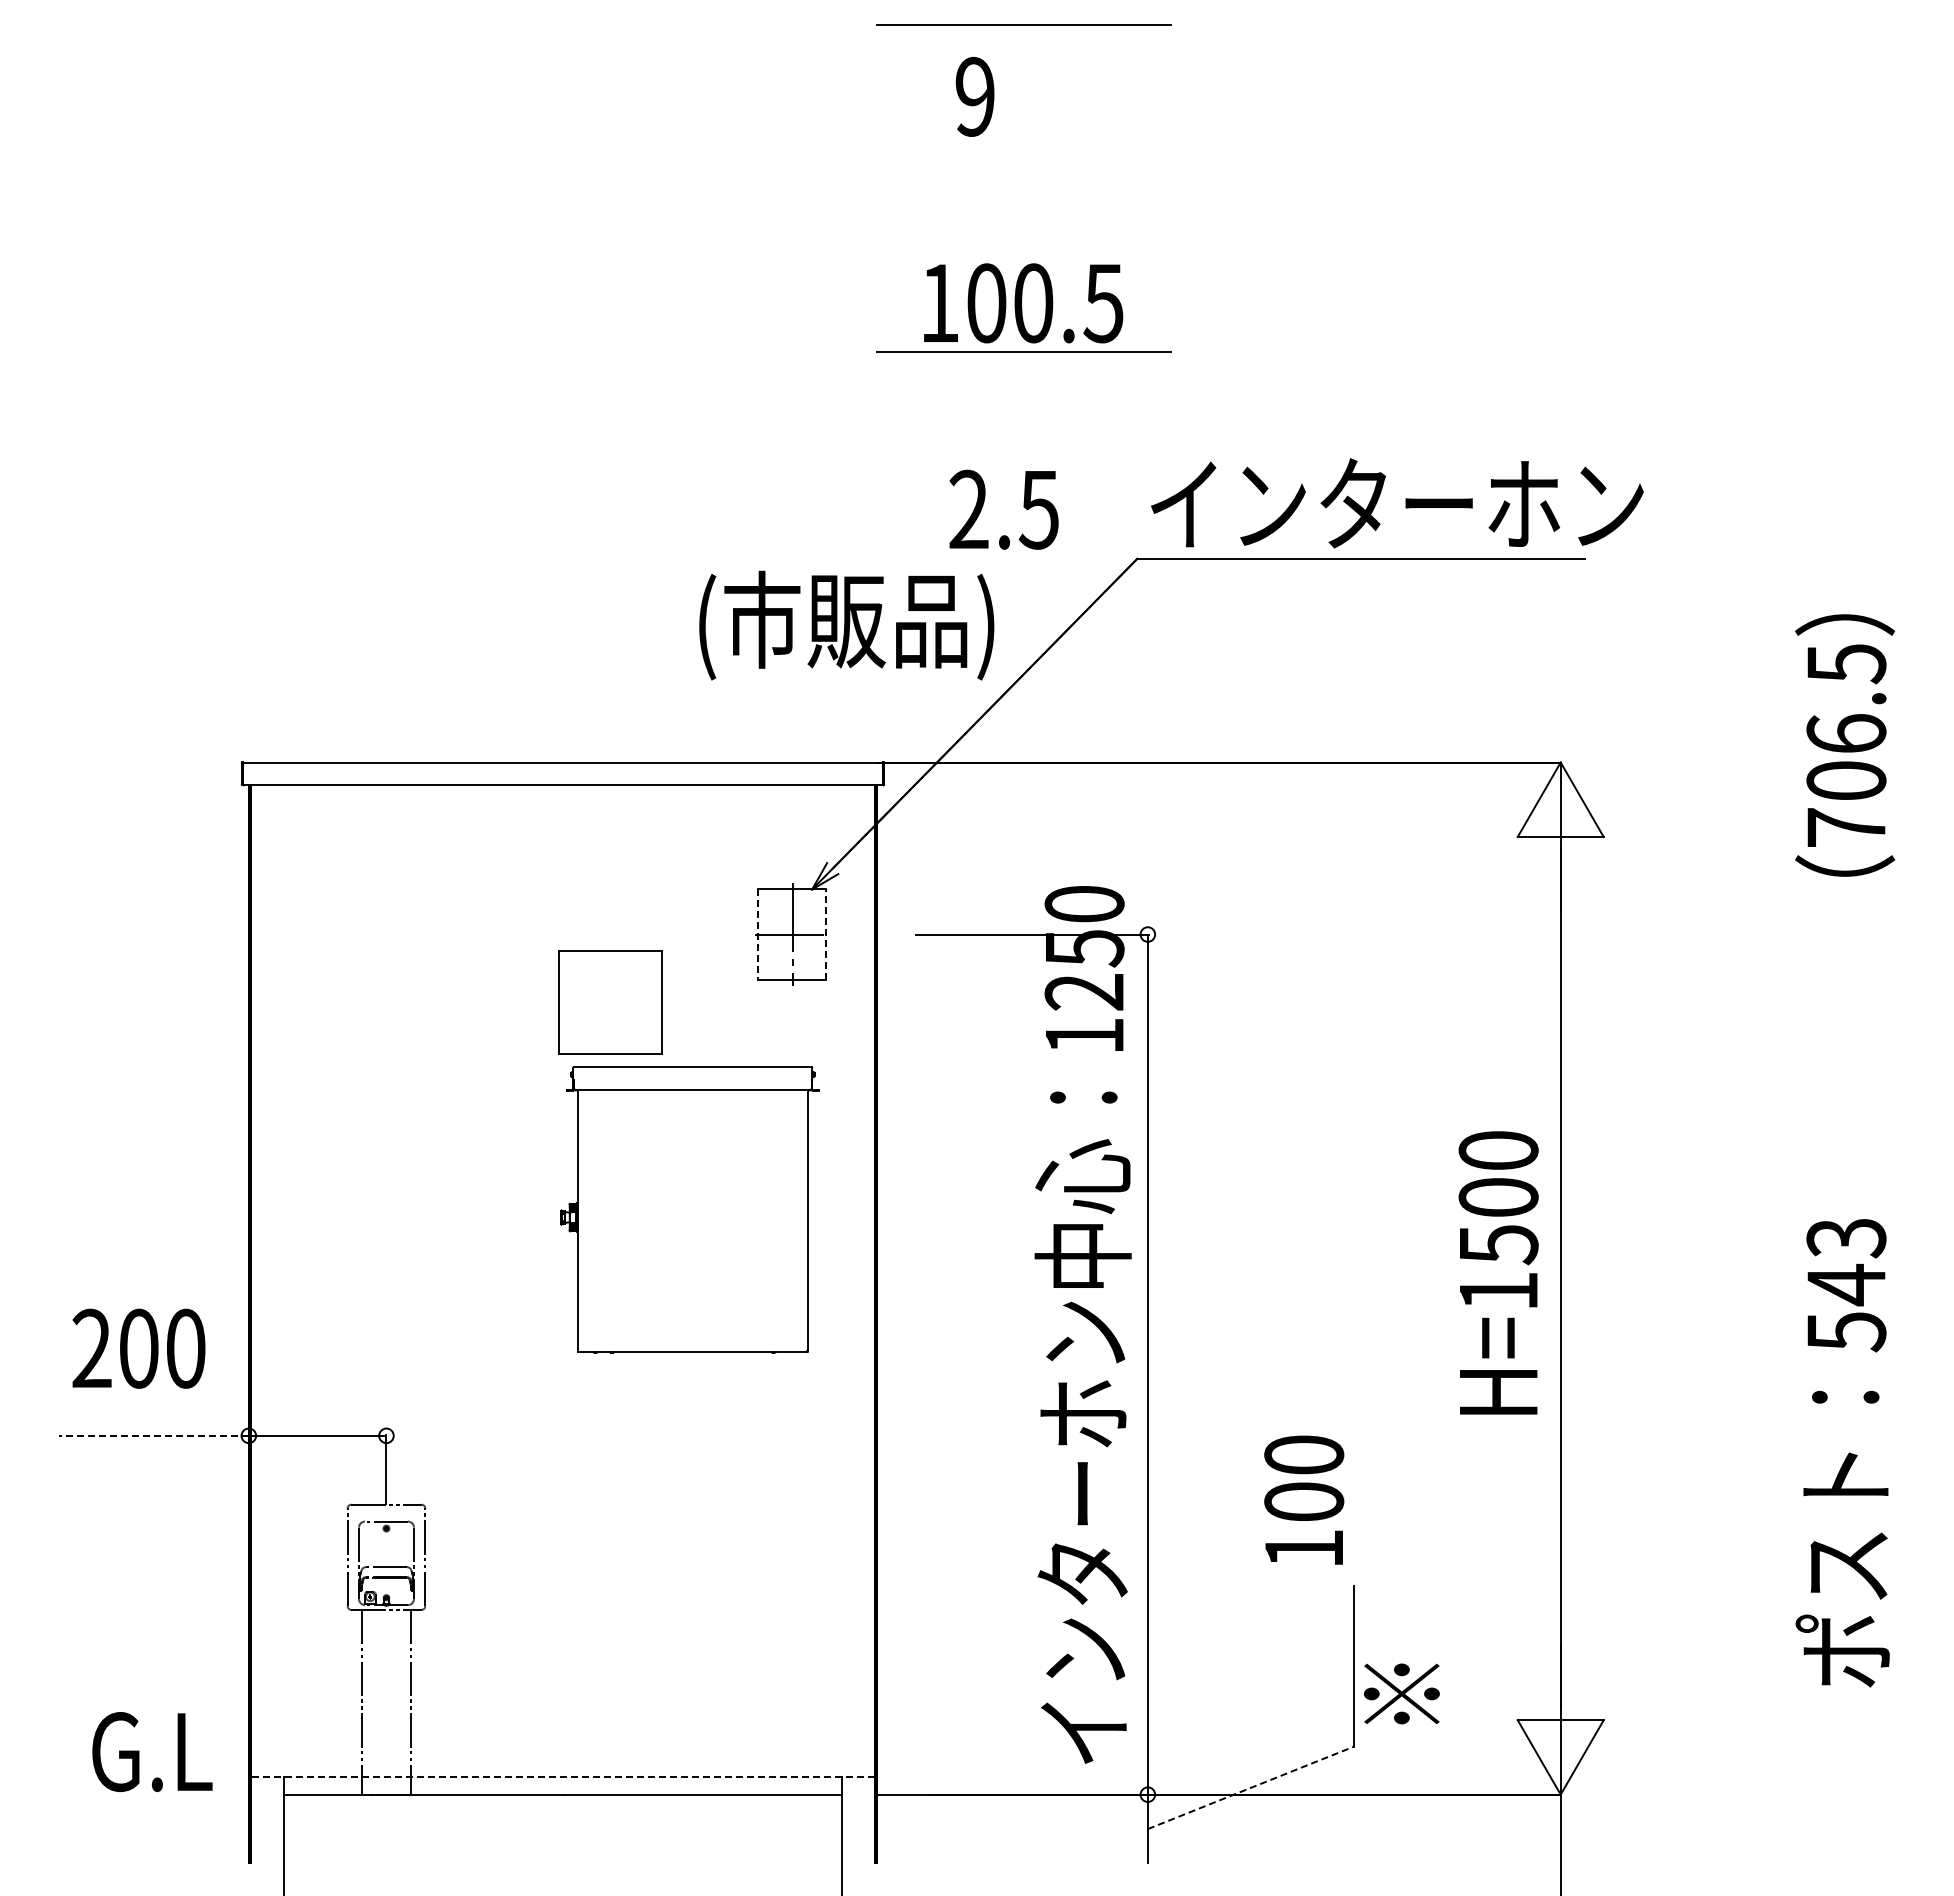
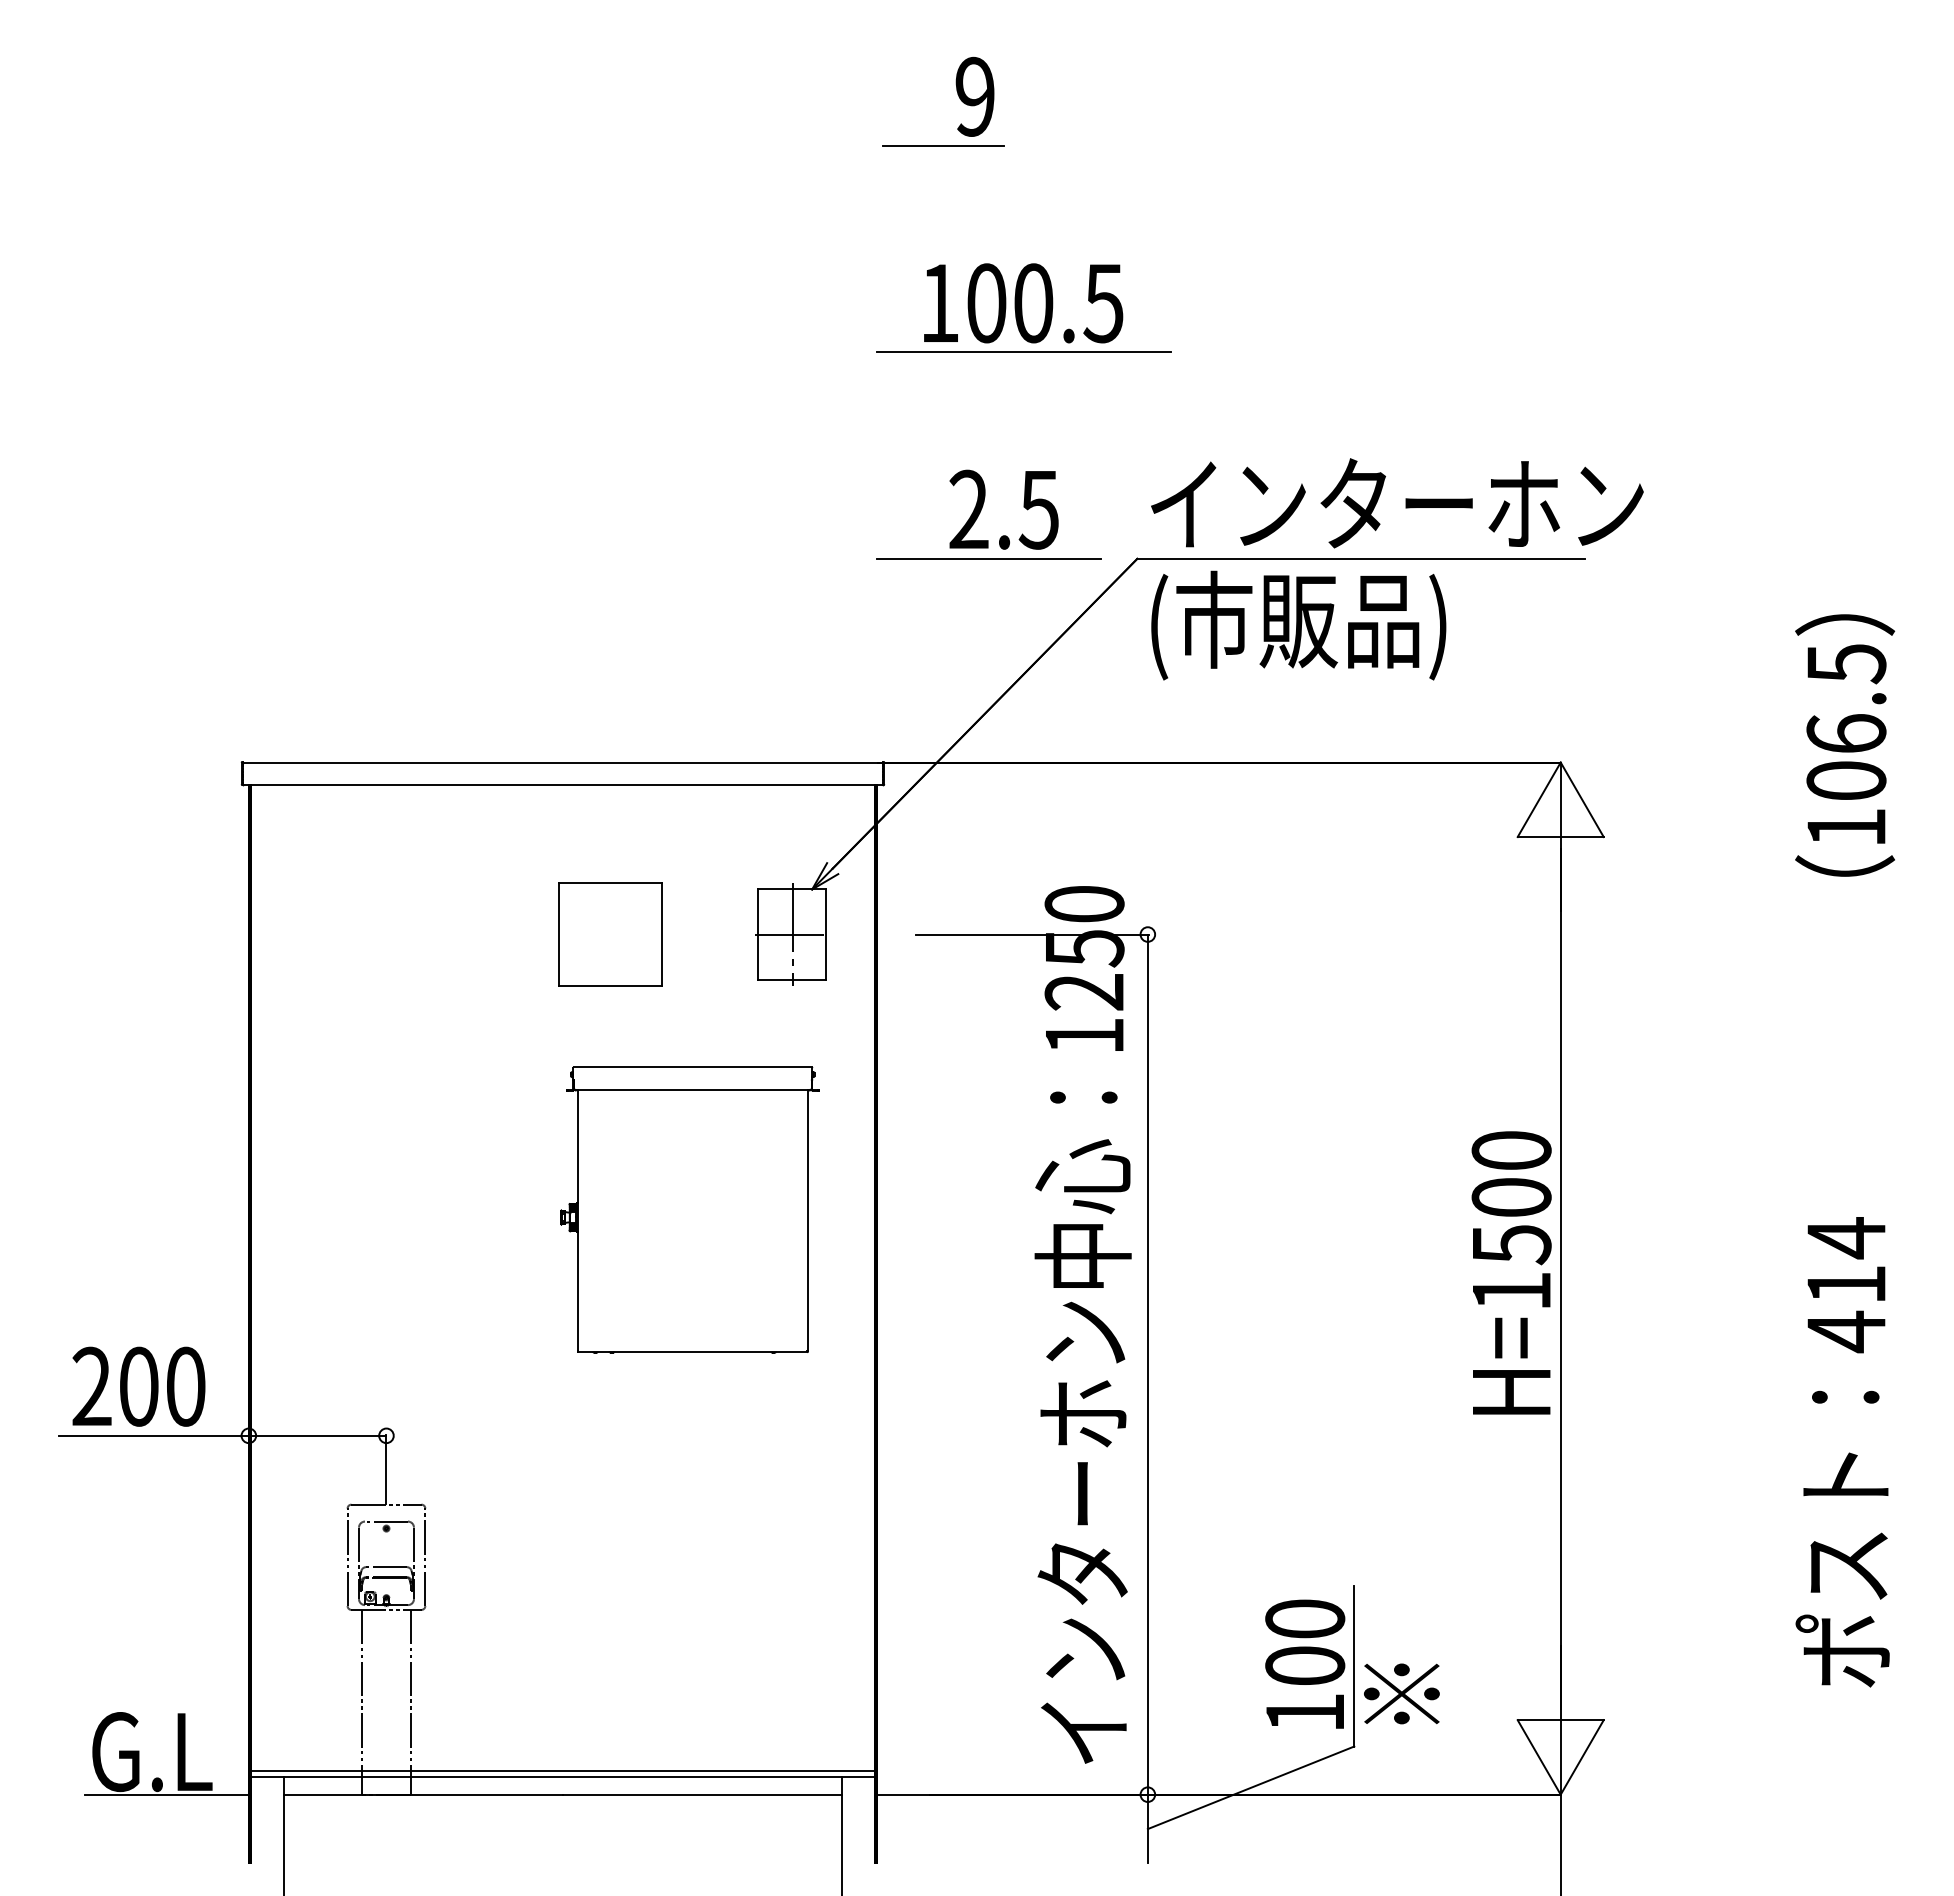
line at (1023, 24): present -> none
line at (943, 145): none -> present
line at (988, 558): none -> present
text at (846, 625) position: (846, 625) -> (1298, 625)
text at (1846, 827): 706.5 -> 106.5
line at (825, 934): dashed -> solid
line at (757, 935): dashed -> solid
part at (610, 1002) position: (610, 1002) -> (610, 934)
text at (1498, 1272) position: (1498, 1272) -> (1511, 1272)
text at (1846, 1285): 543 -> 414
text at (138, 1348) position: (138, 1348) -> (138, 1386)
line at (153, 1435): dashed -> solid
text at (1304, 1499) position: (1304, 1499) -> (1305, 1663)
line at (562, 1770): none -> present
line at (562, 1777): dashed -> solid
line at (1251, 1787): dashed -> solid
line at (167, 1794): none -> present
